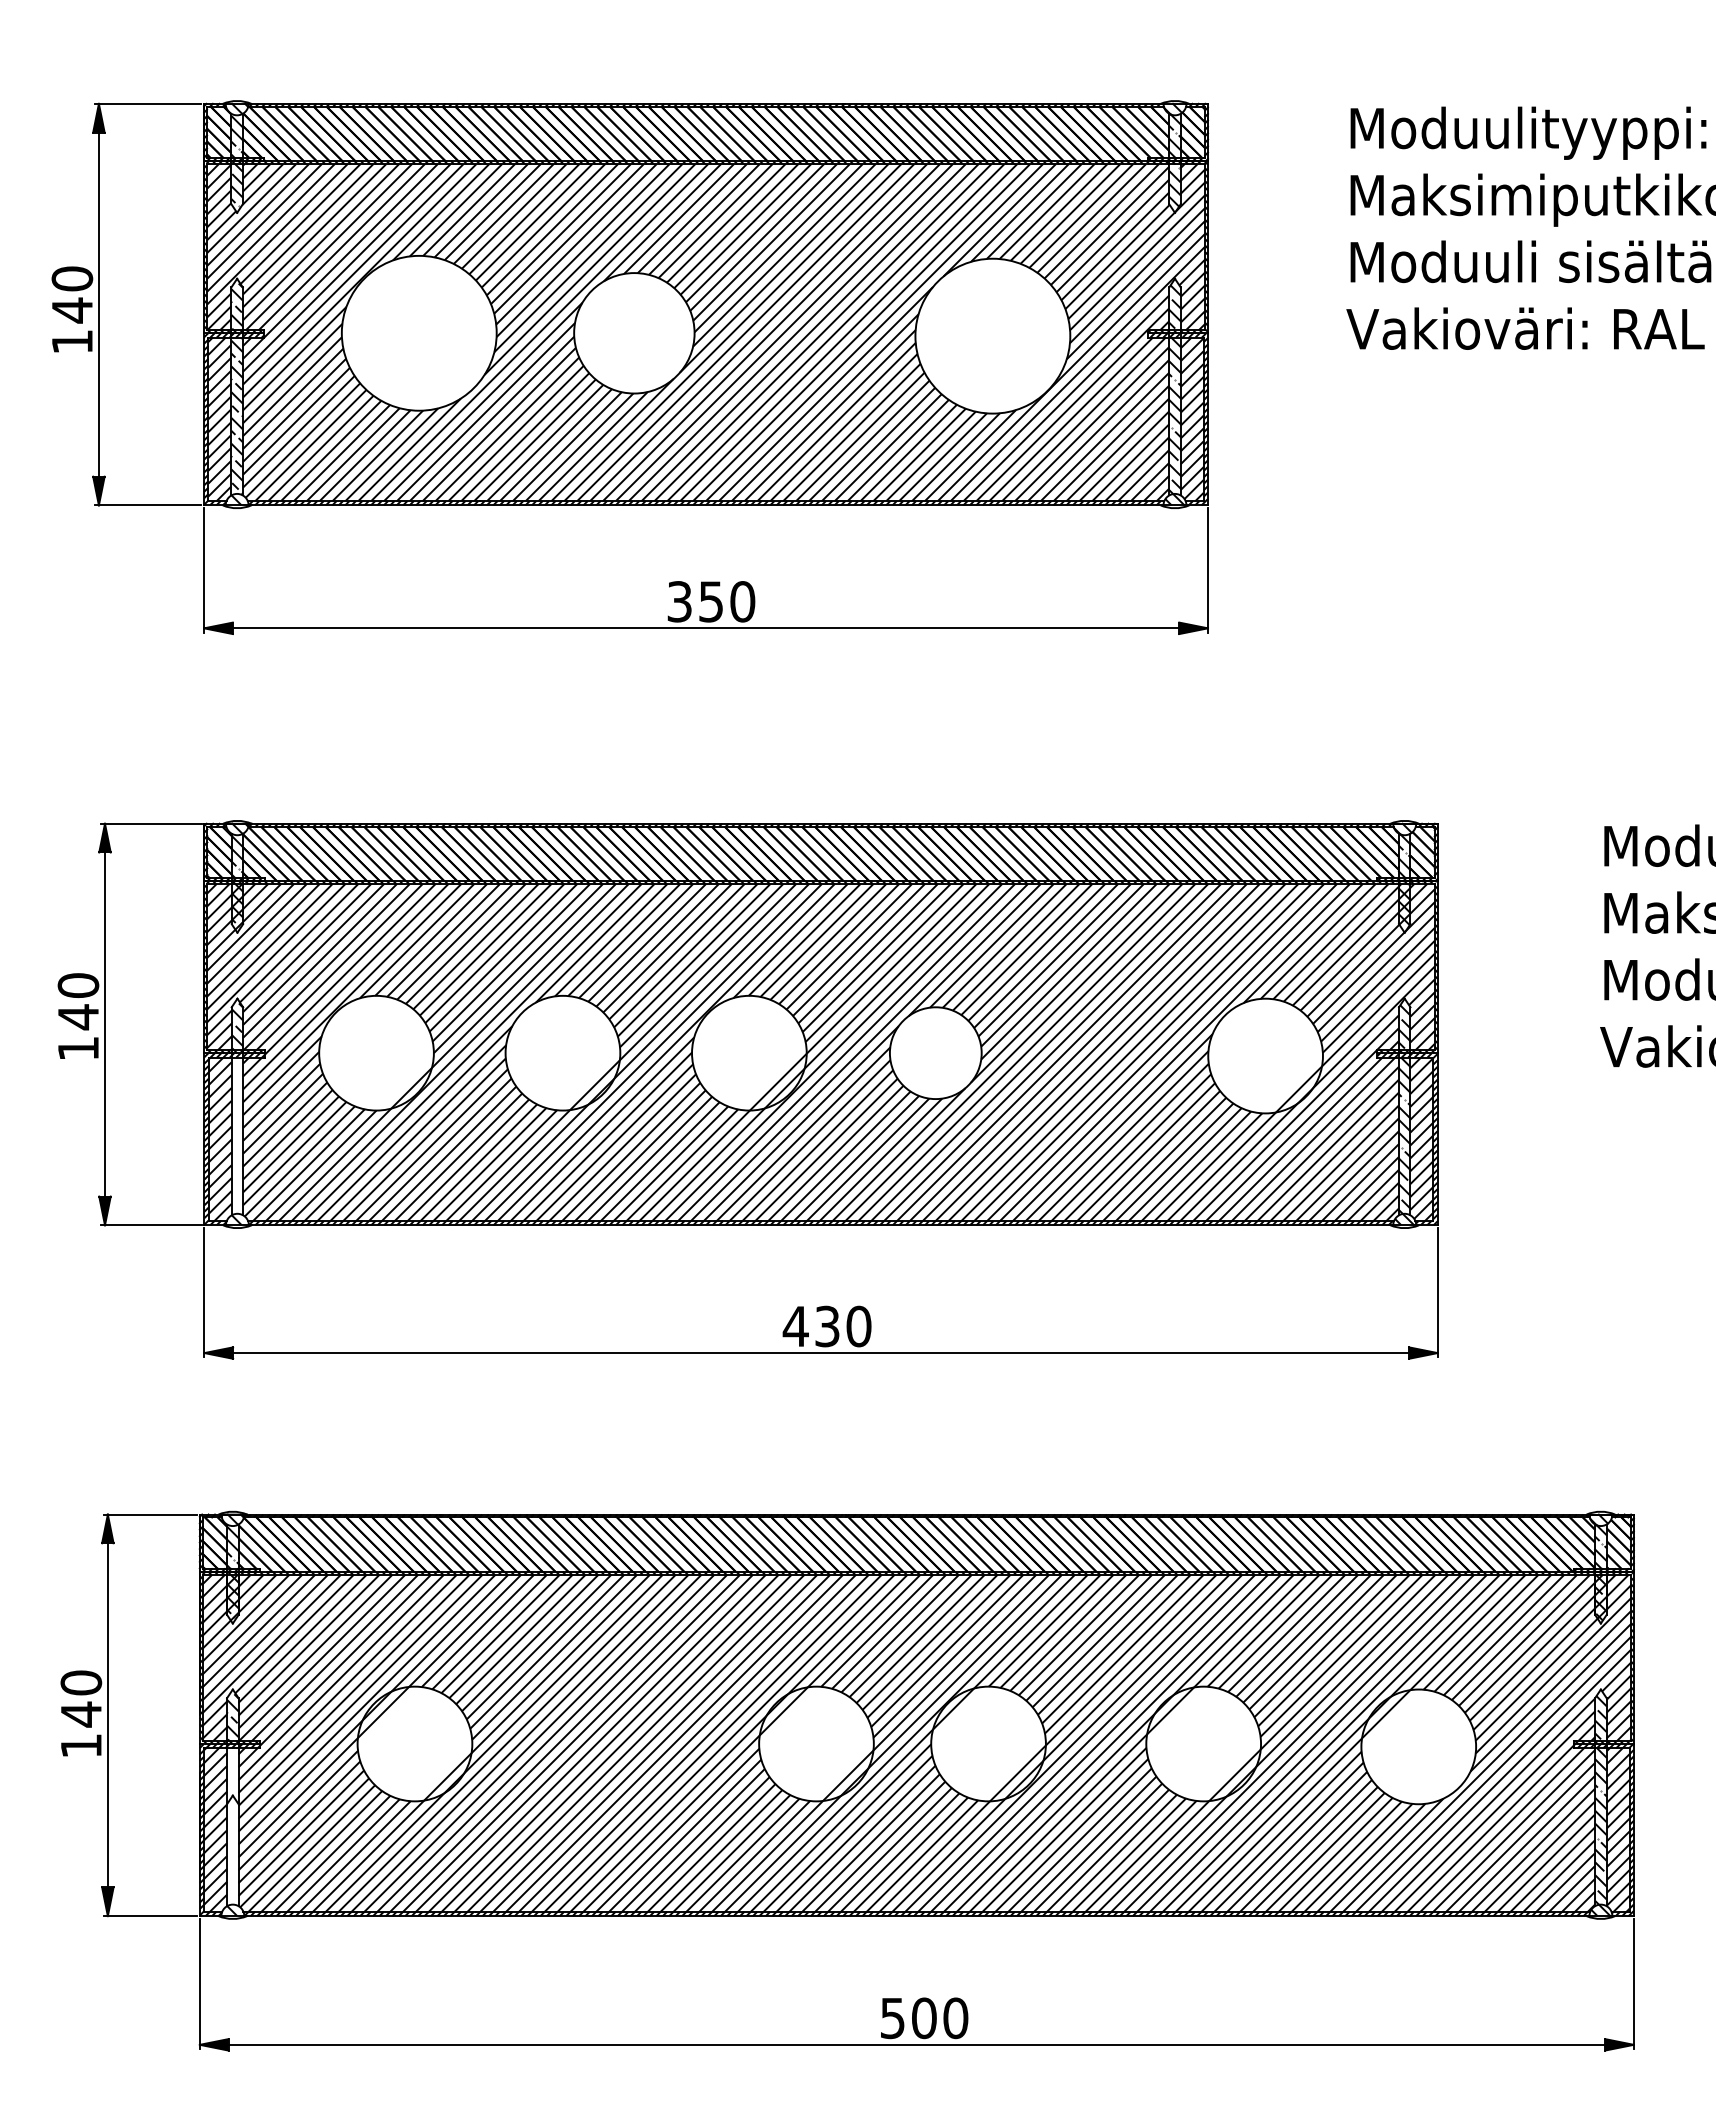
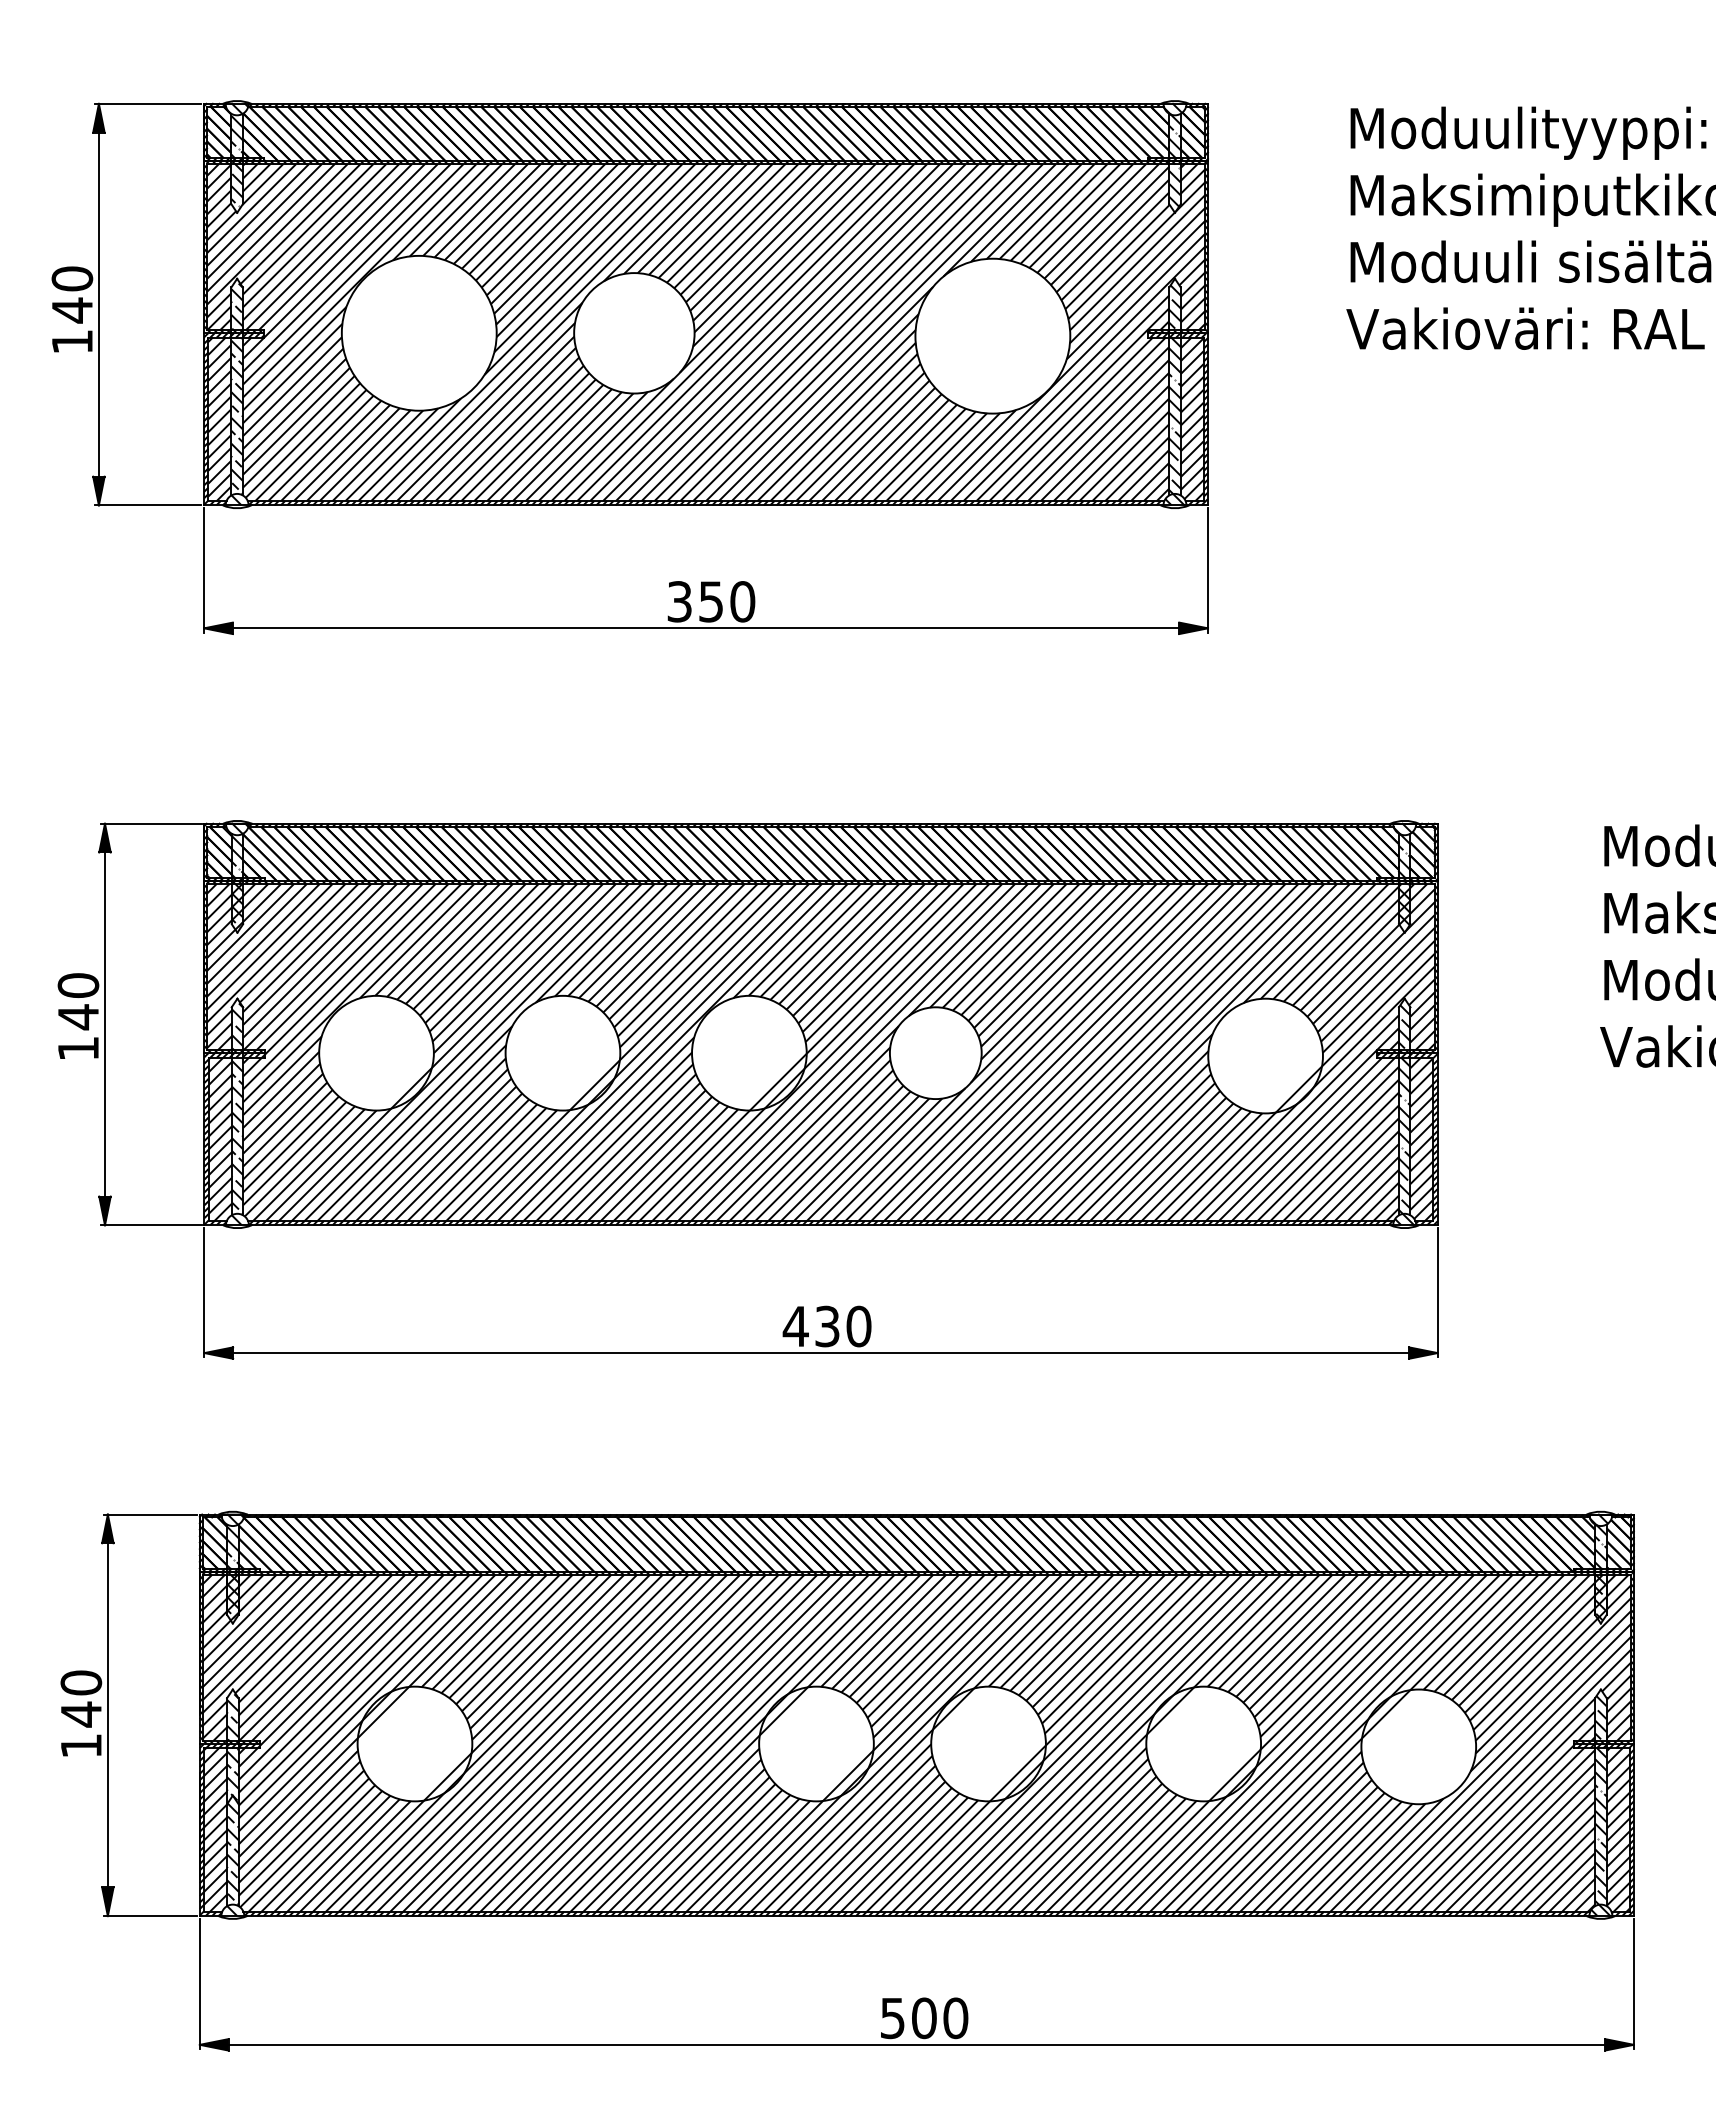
hatch at (237, 1136): none -> present
hatch at (232, 1827): none -> present
